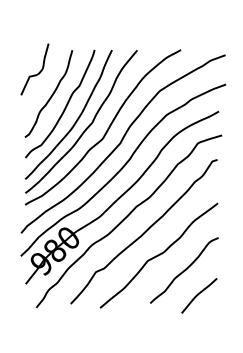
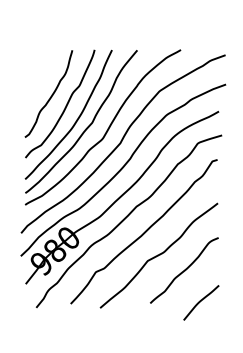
curve at (38, 72): present -> none
curve at (199, 294) position: (199, 294) -> (201, 301)
